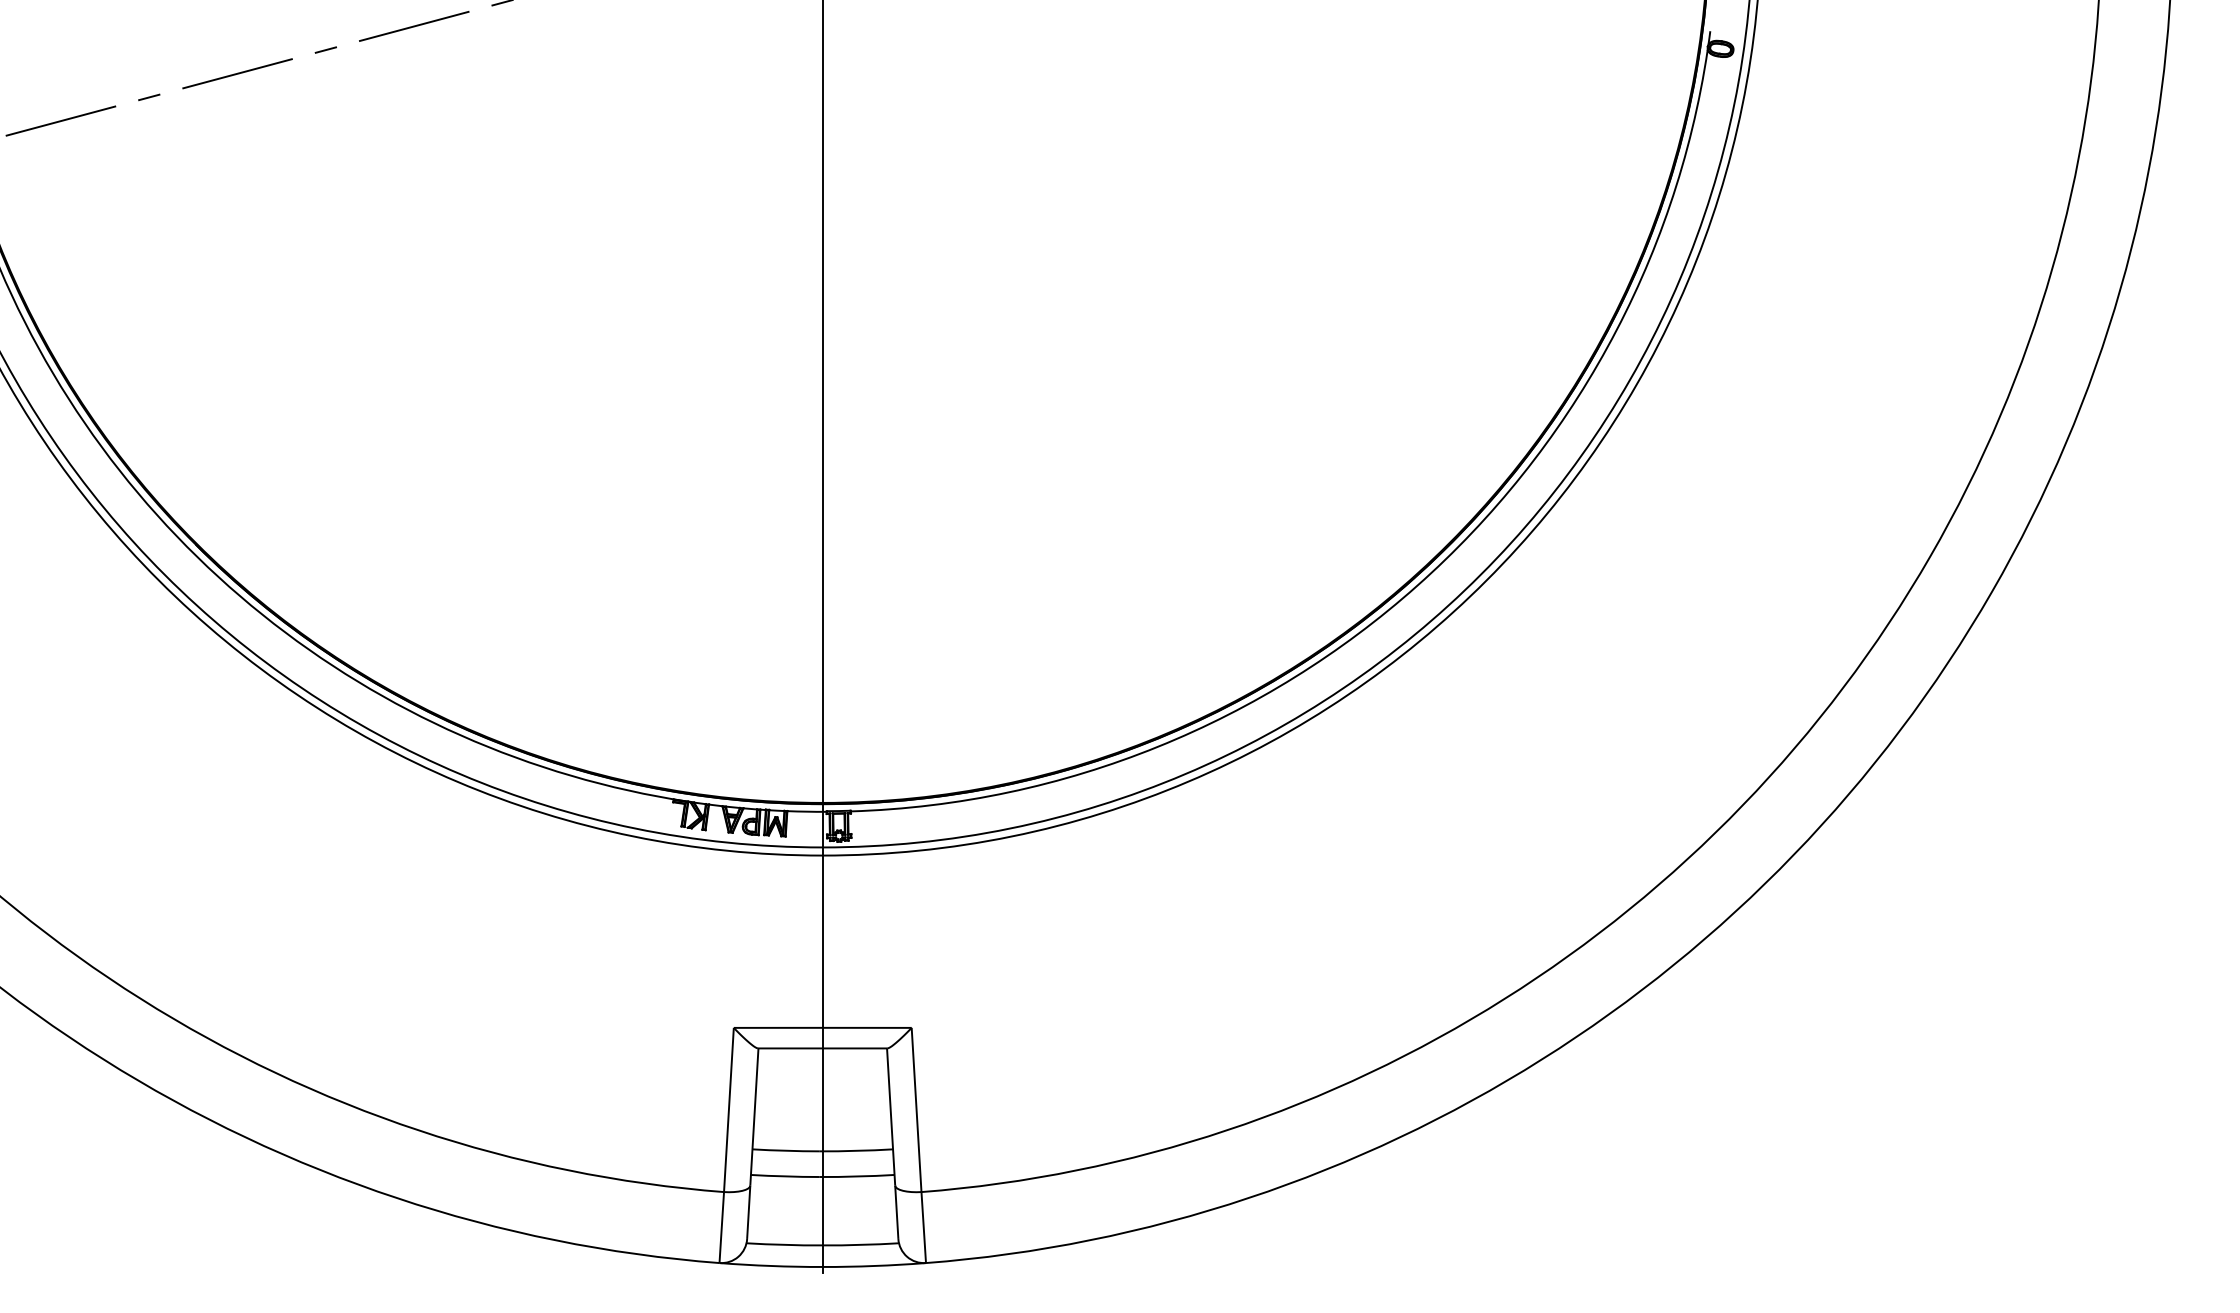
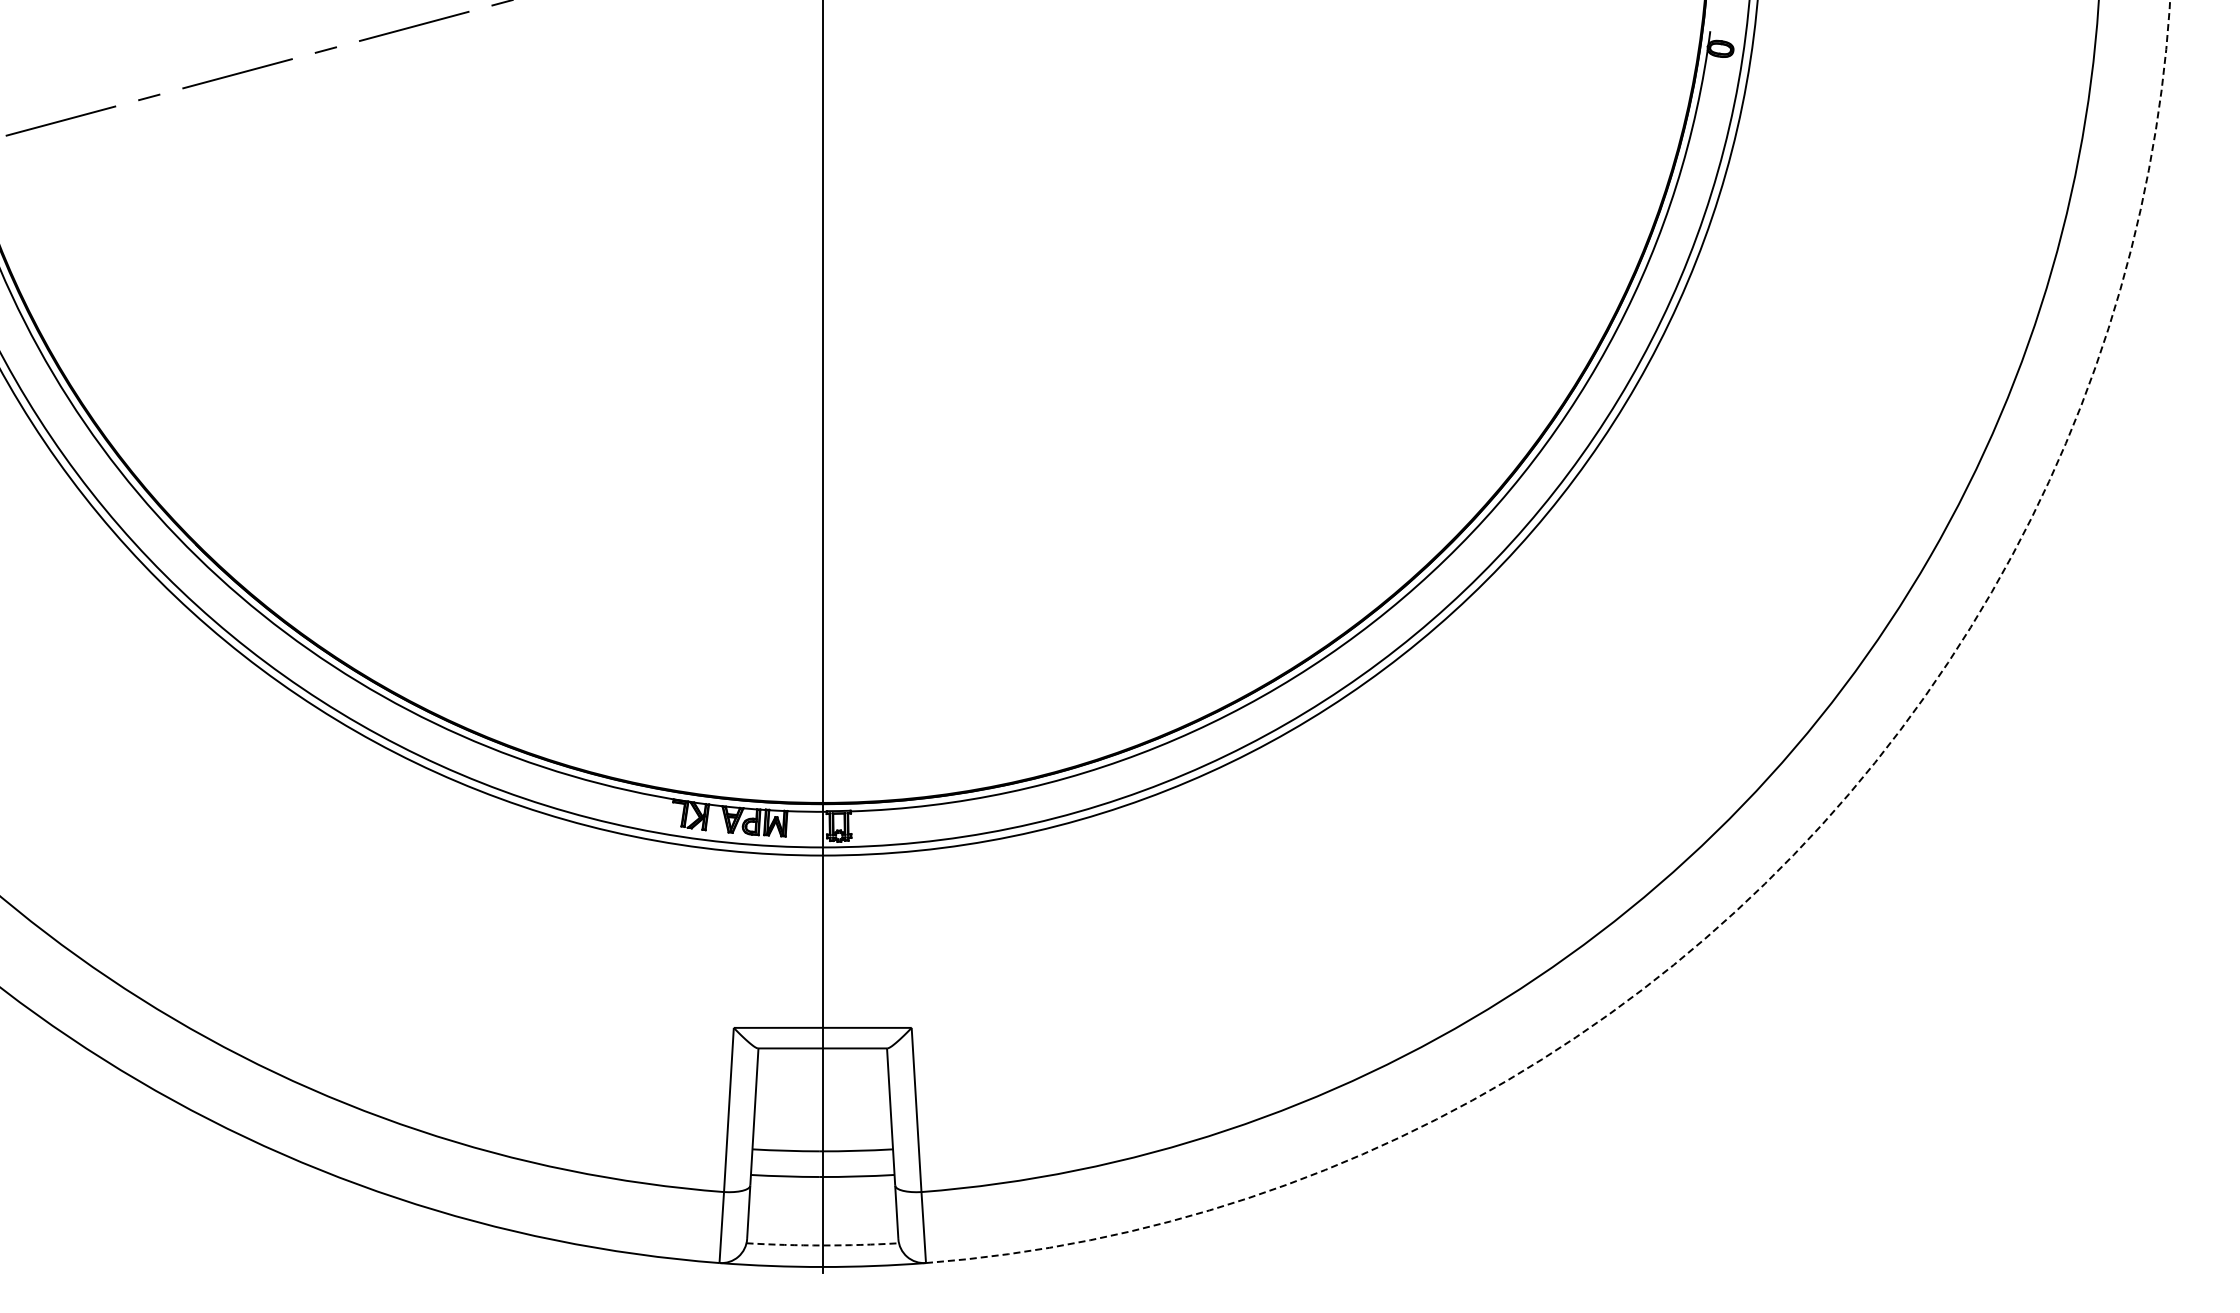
arc at (1782, 865): solid -> dashed
arc at (822, 1245): solid -> dashed
